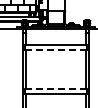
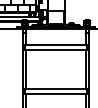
line at (56, 49): dashed -> solid
line at (56, 89): dashed -> solid
